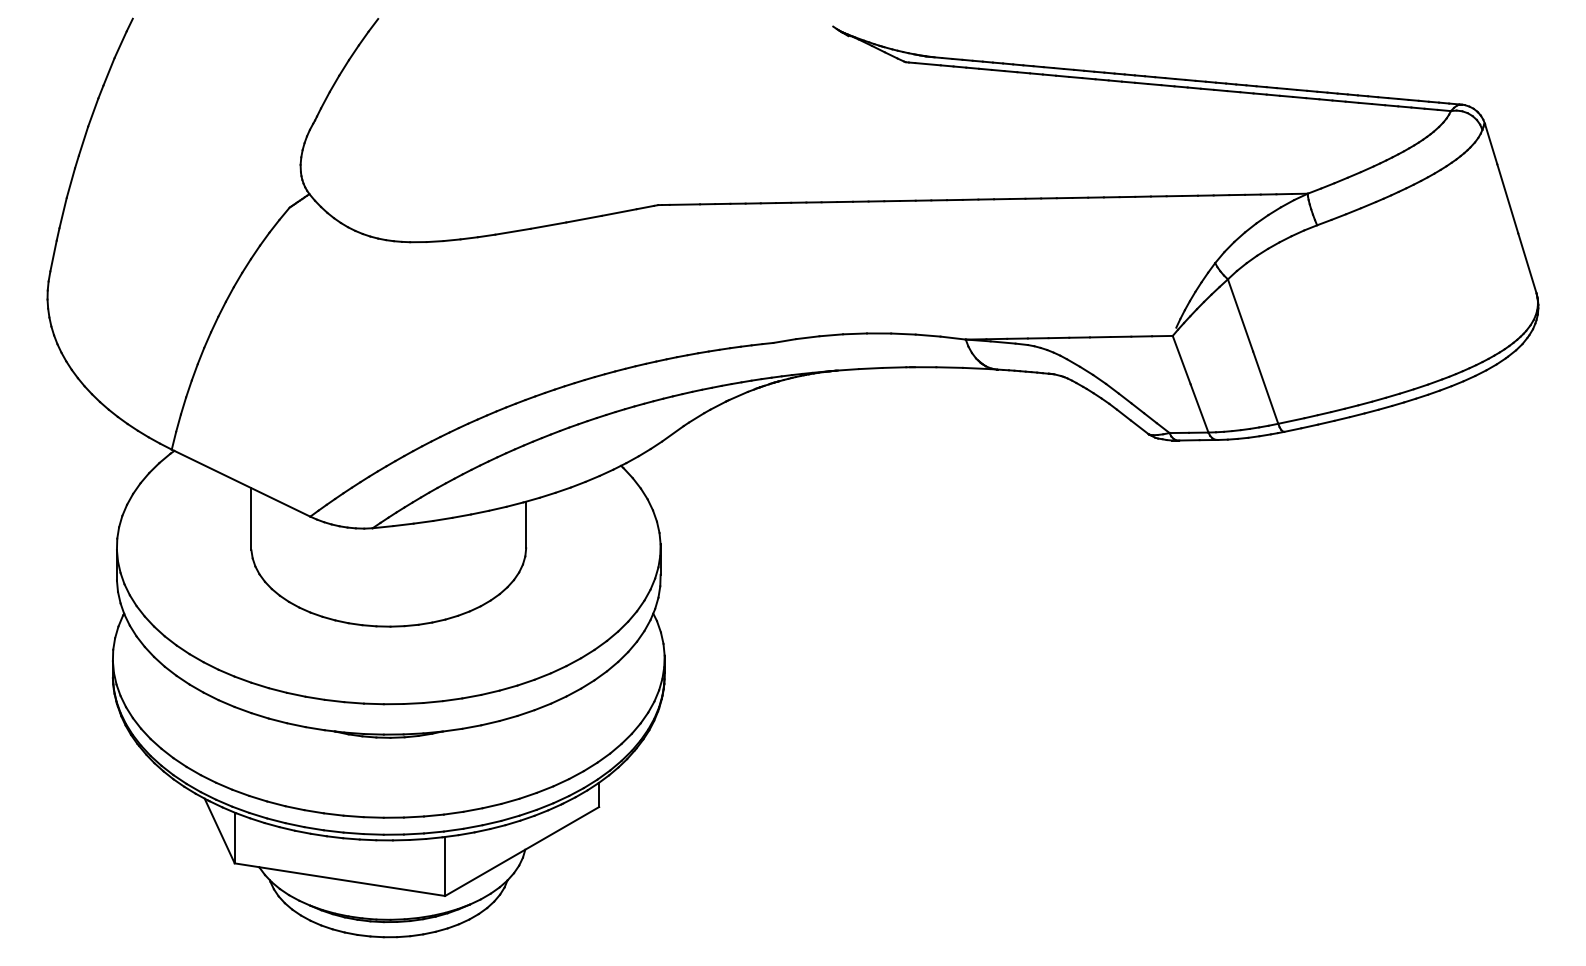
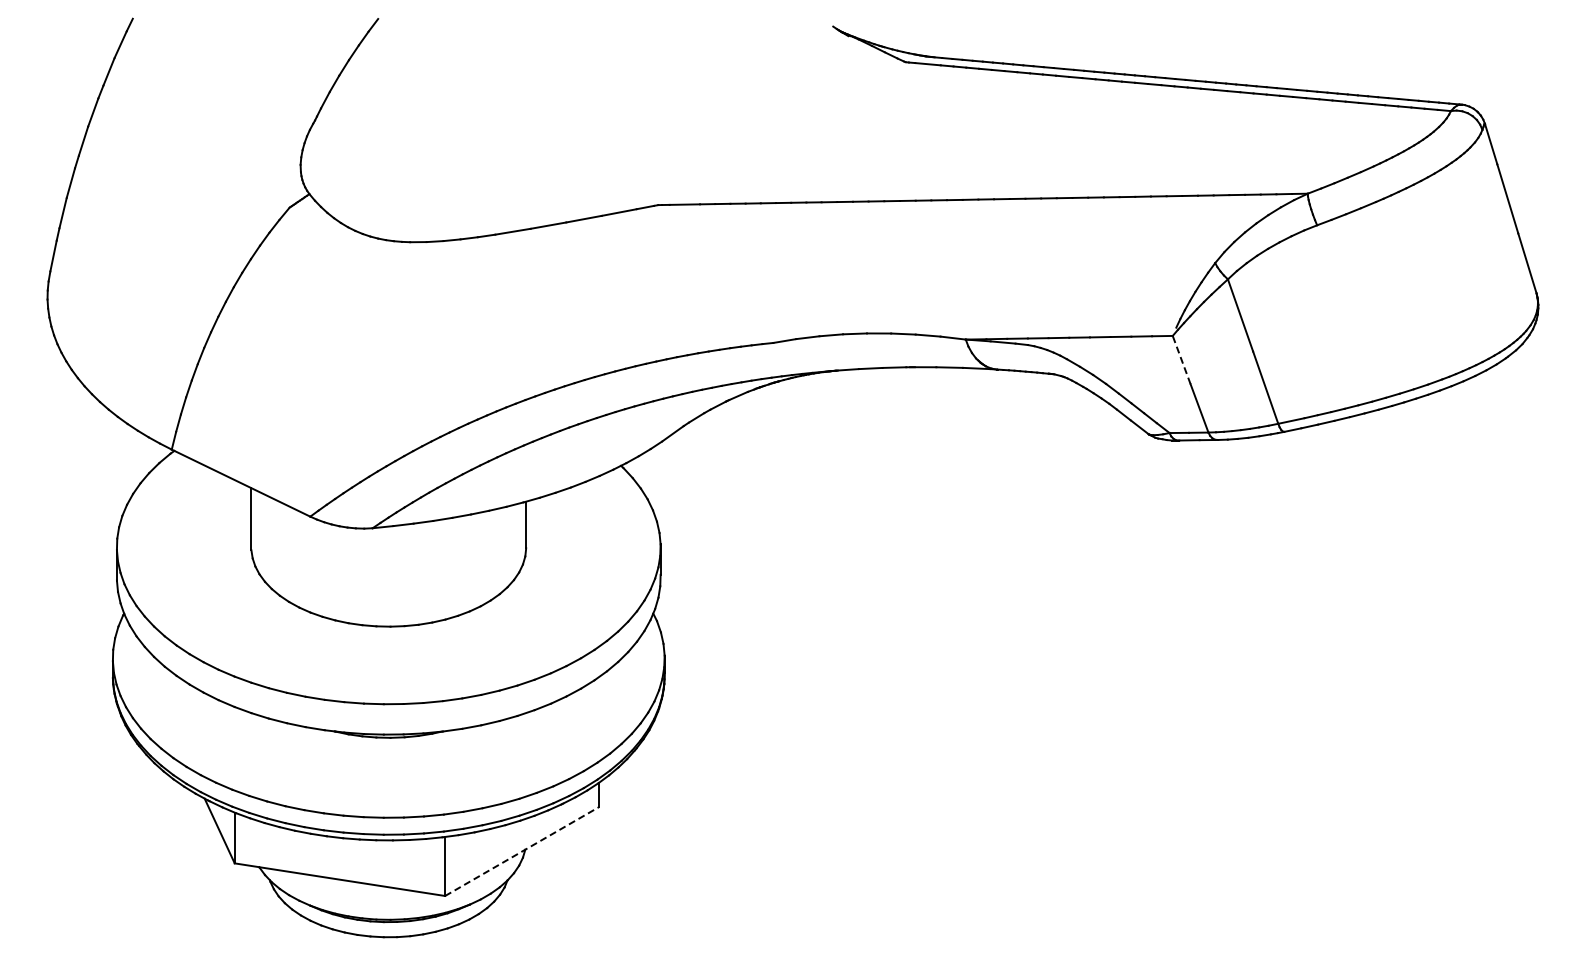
line at (1181, 360): solid -> dashed
line at (522, 851): solid -> dashed
